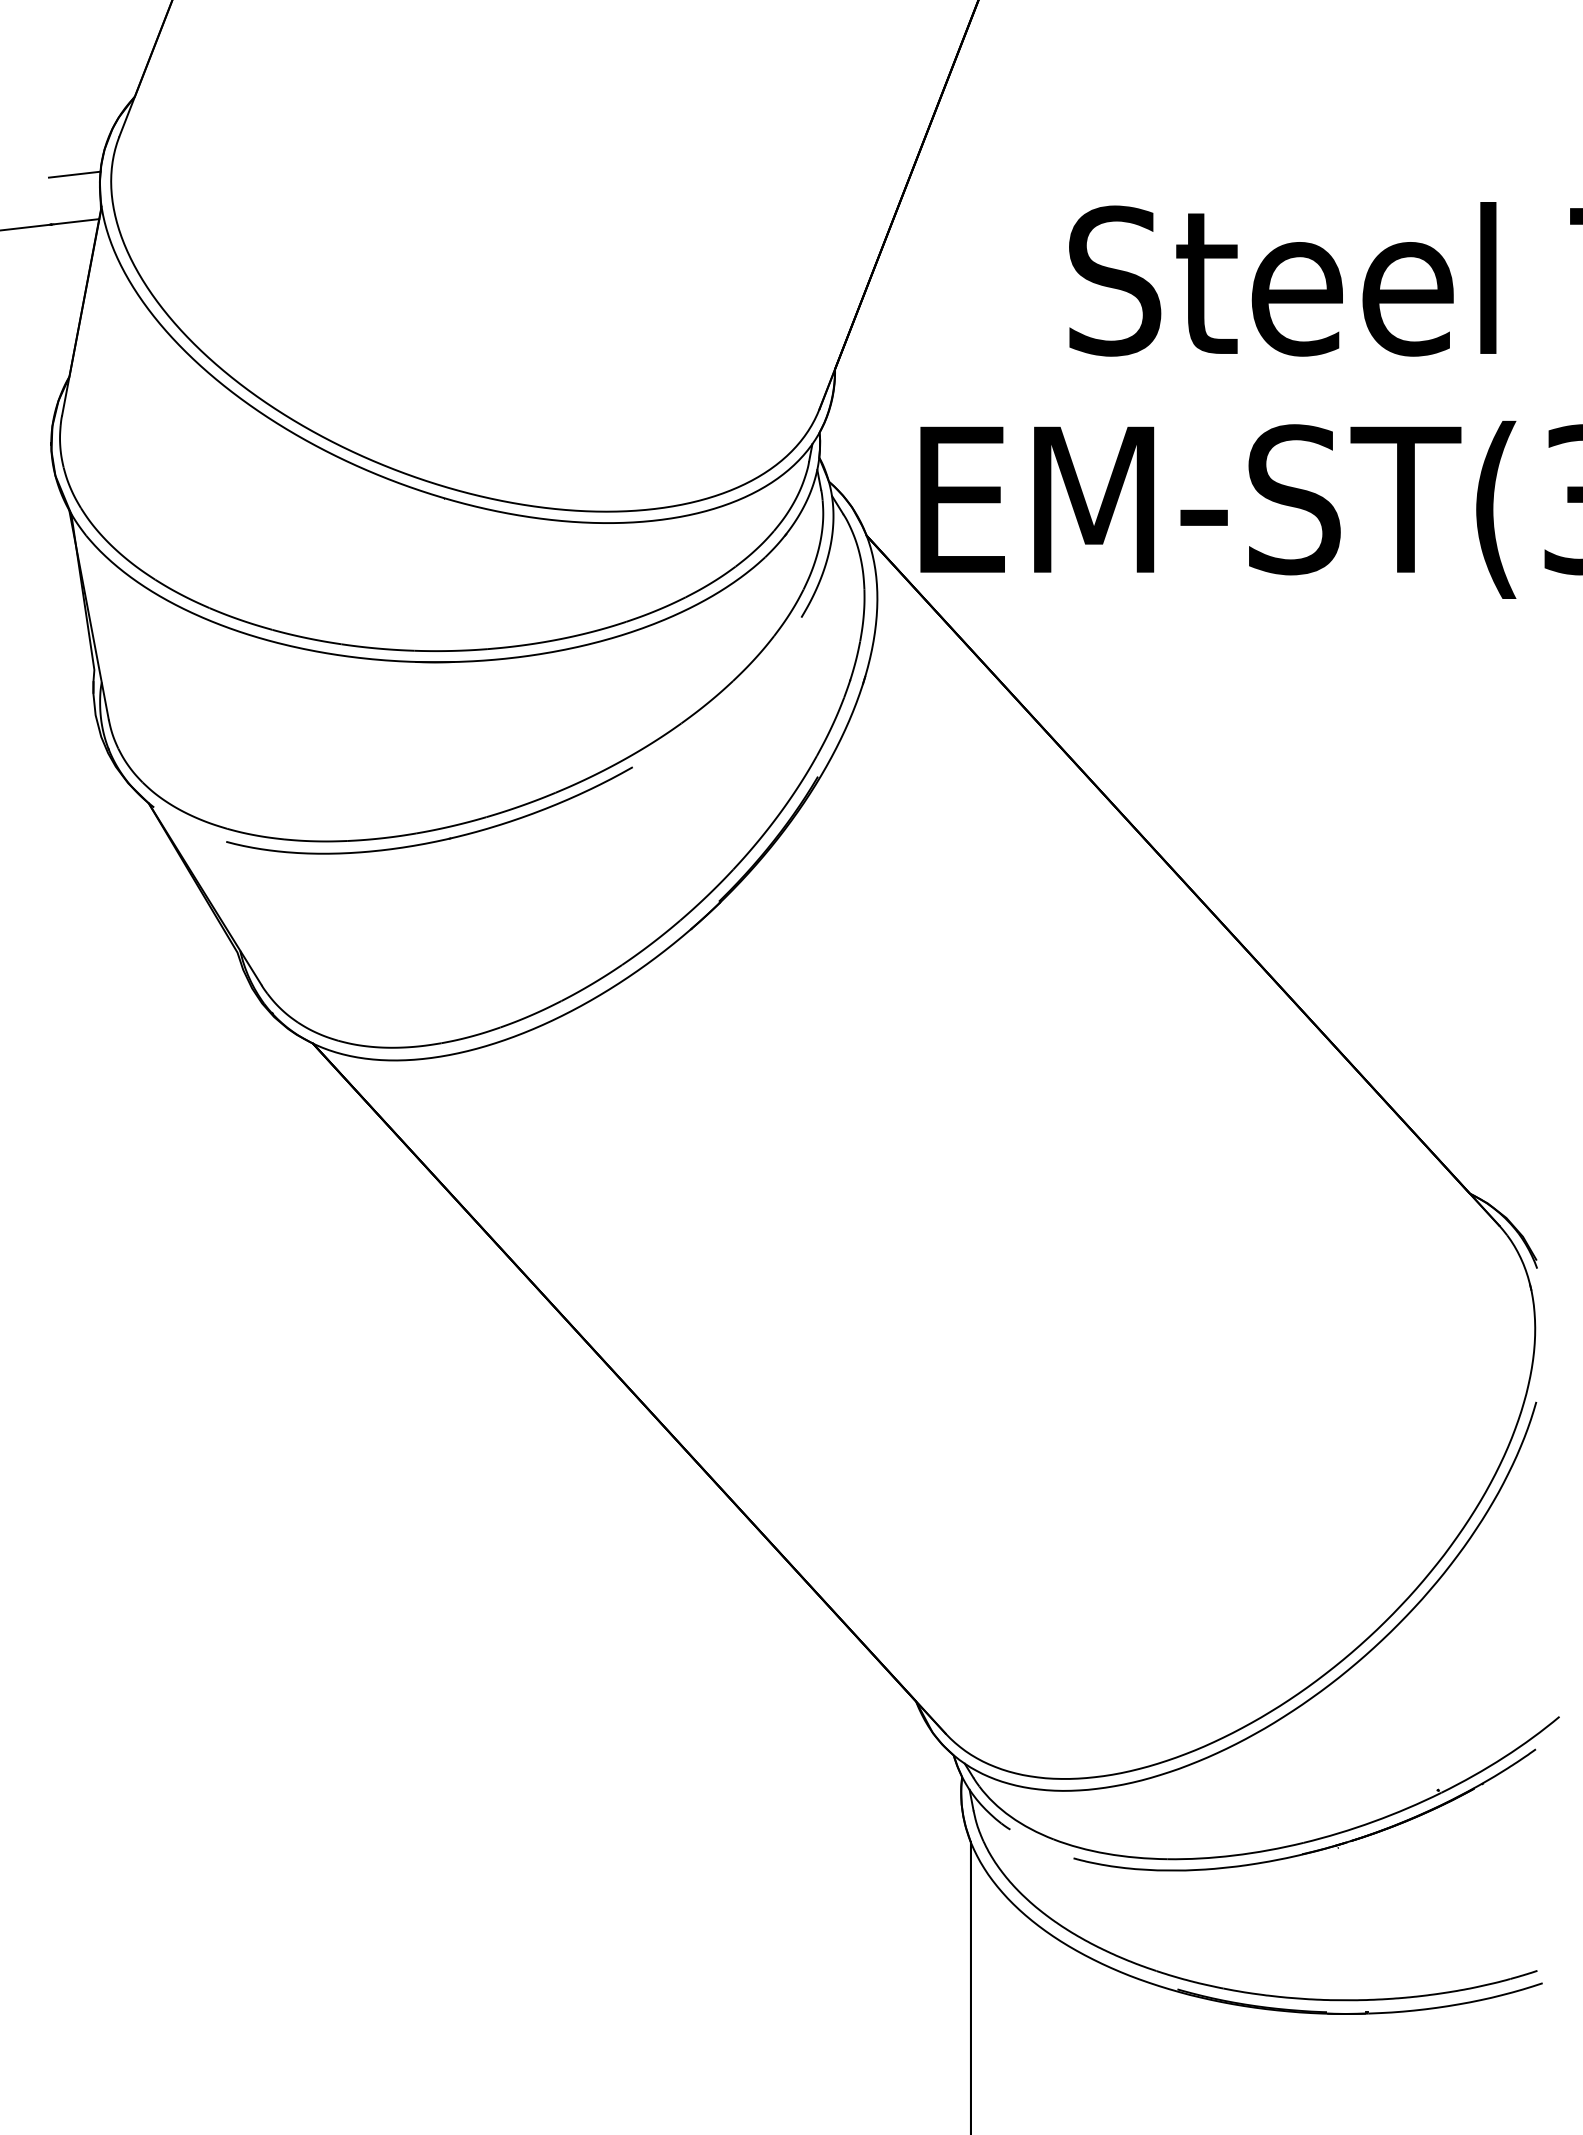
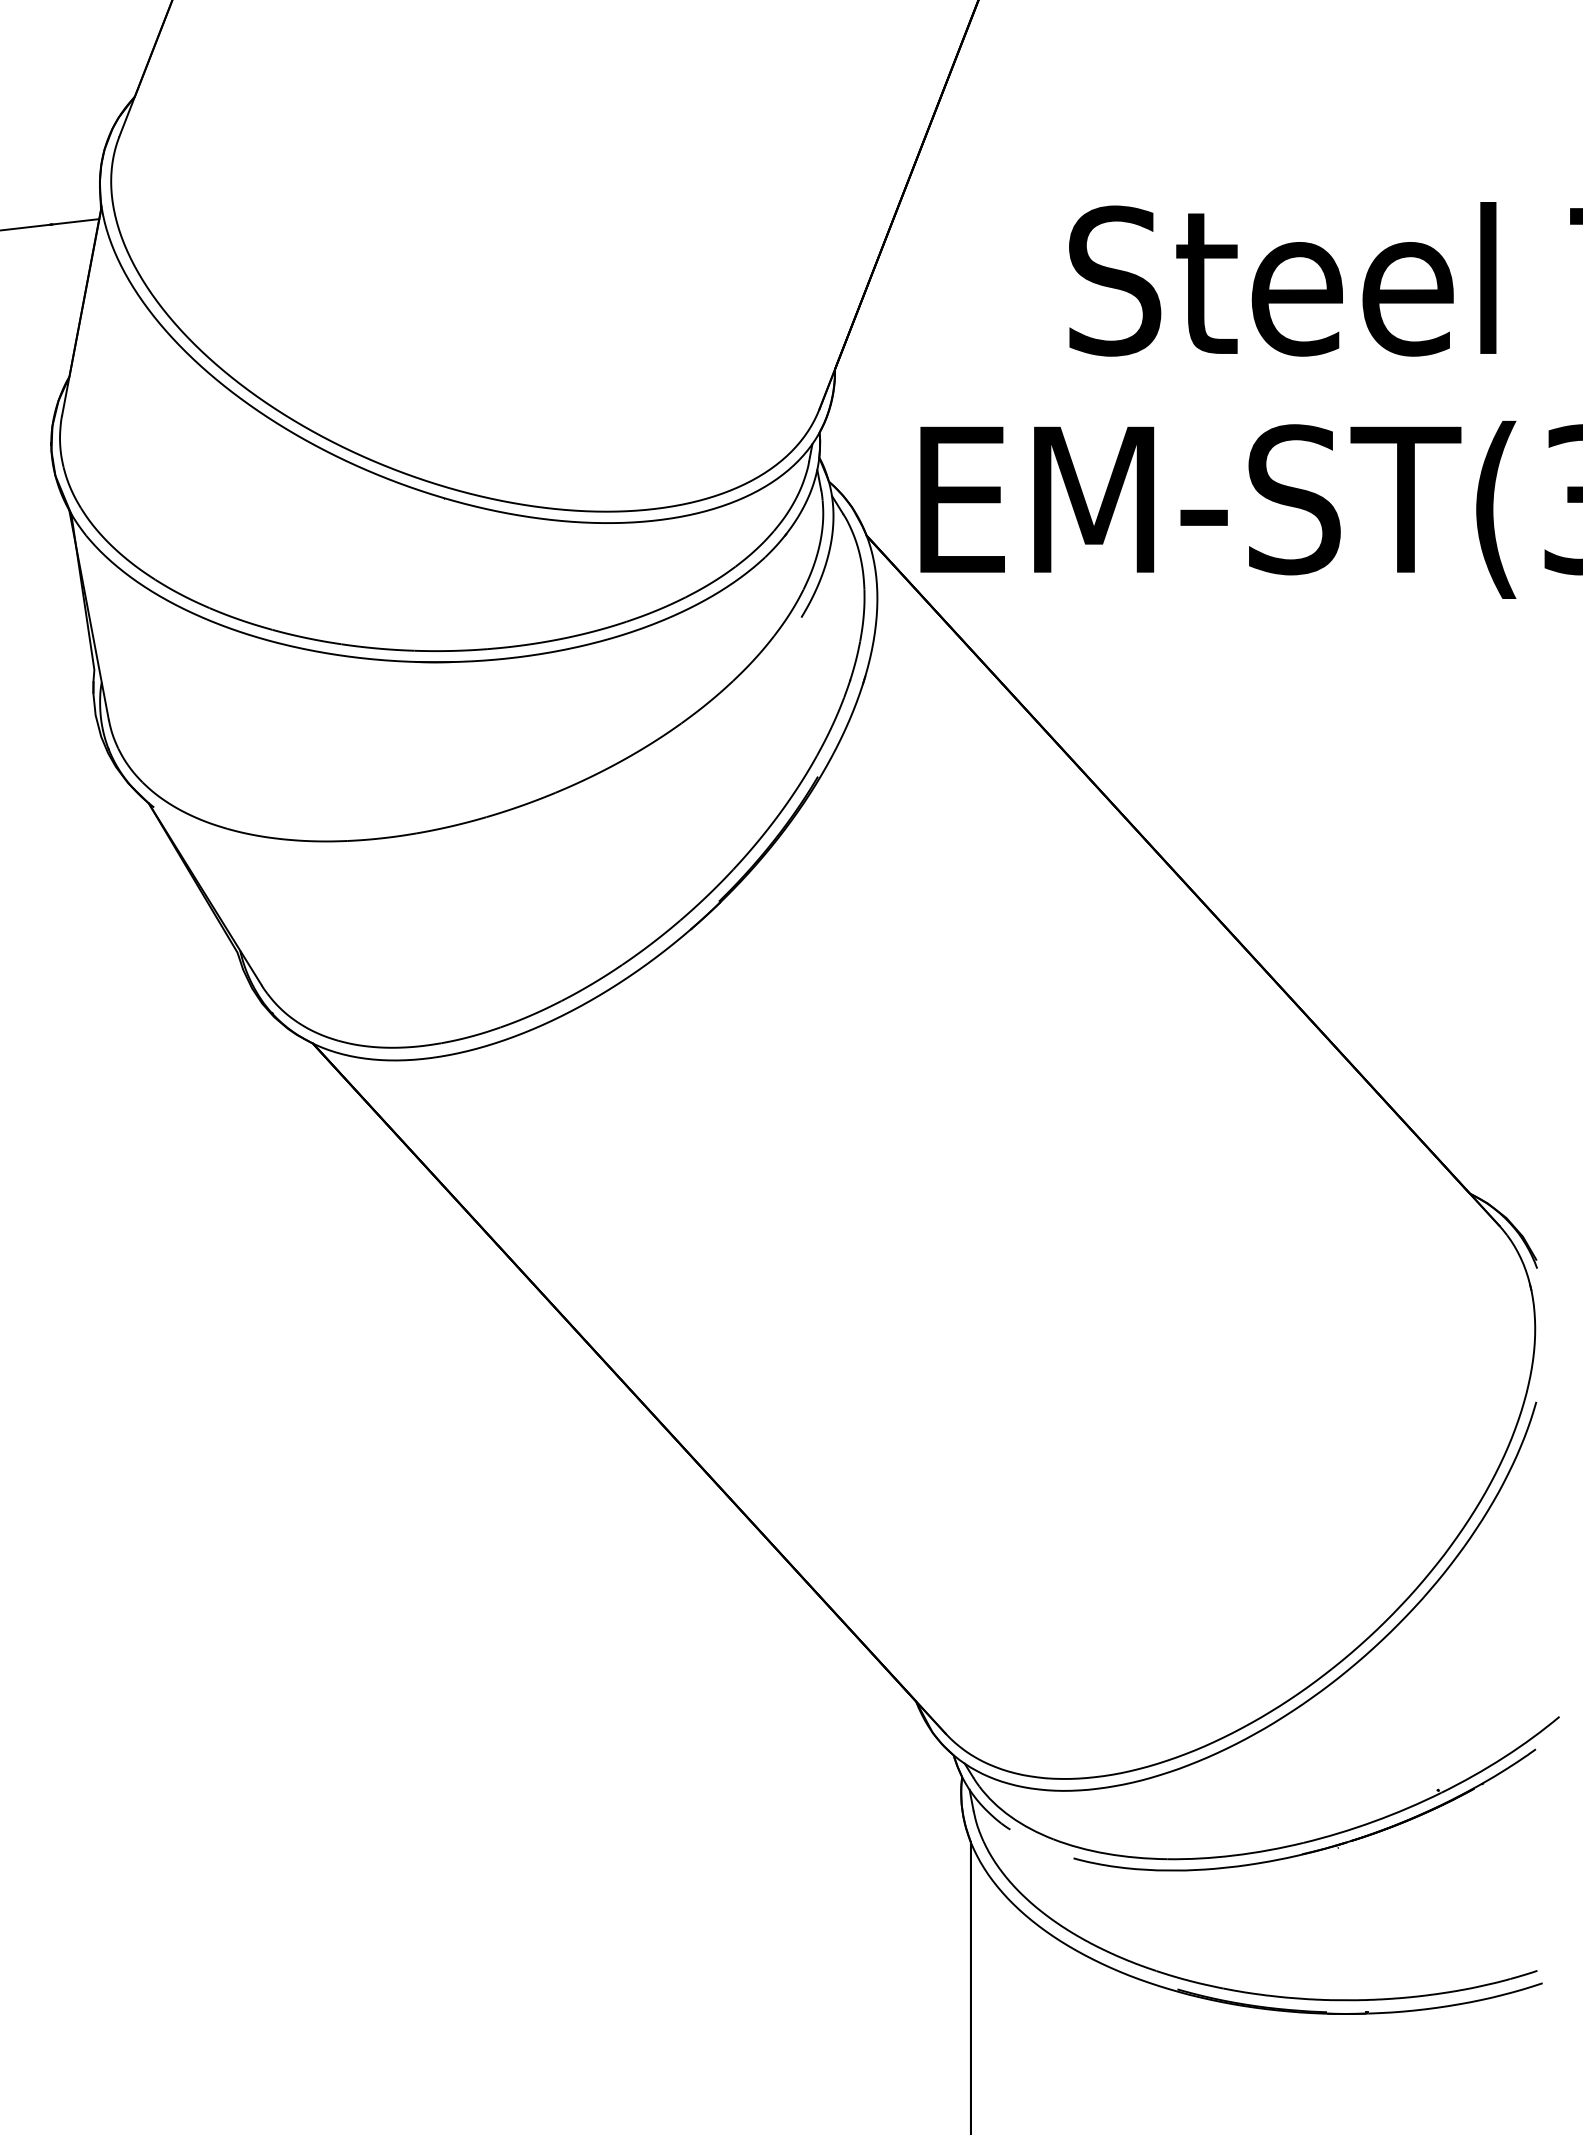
line at (74, 174): present -> none
part at (435, 840): present -> none
